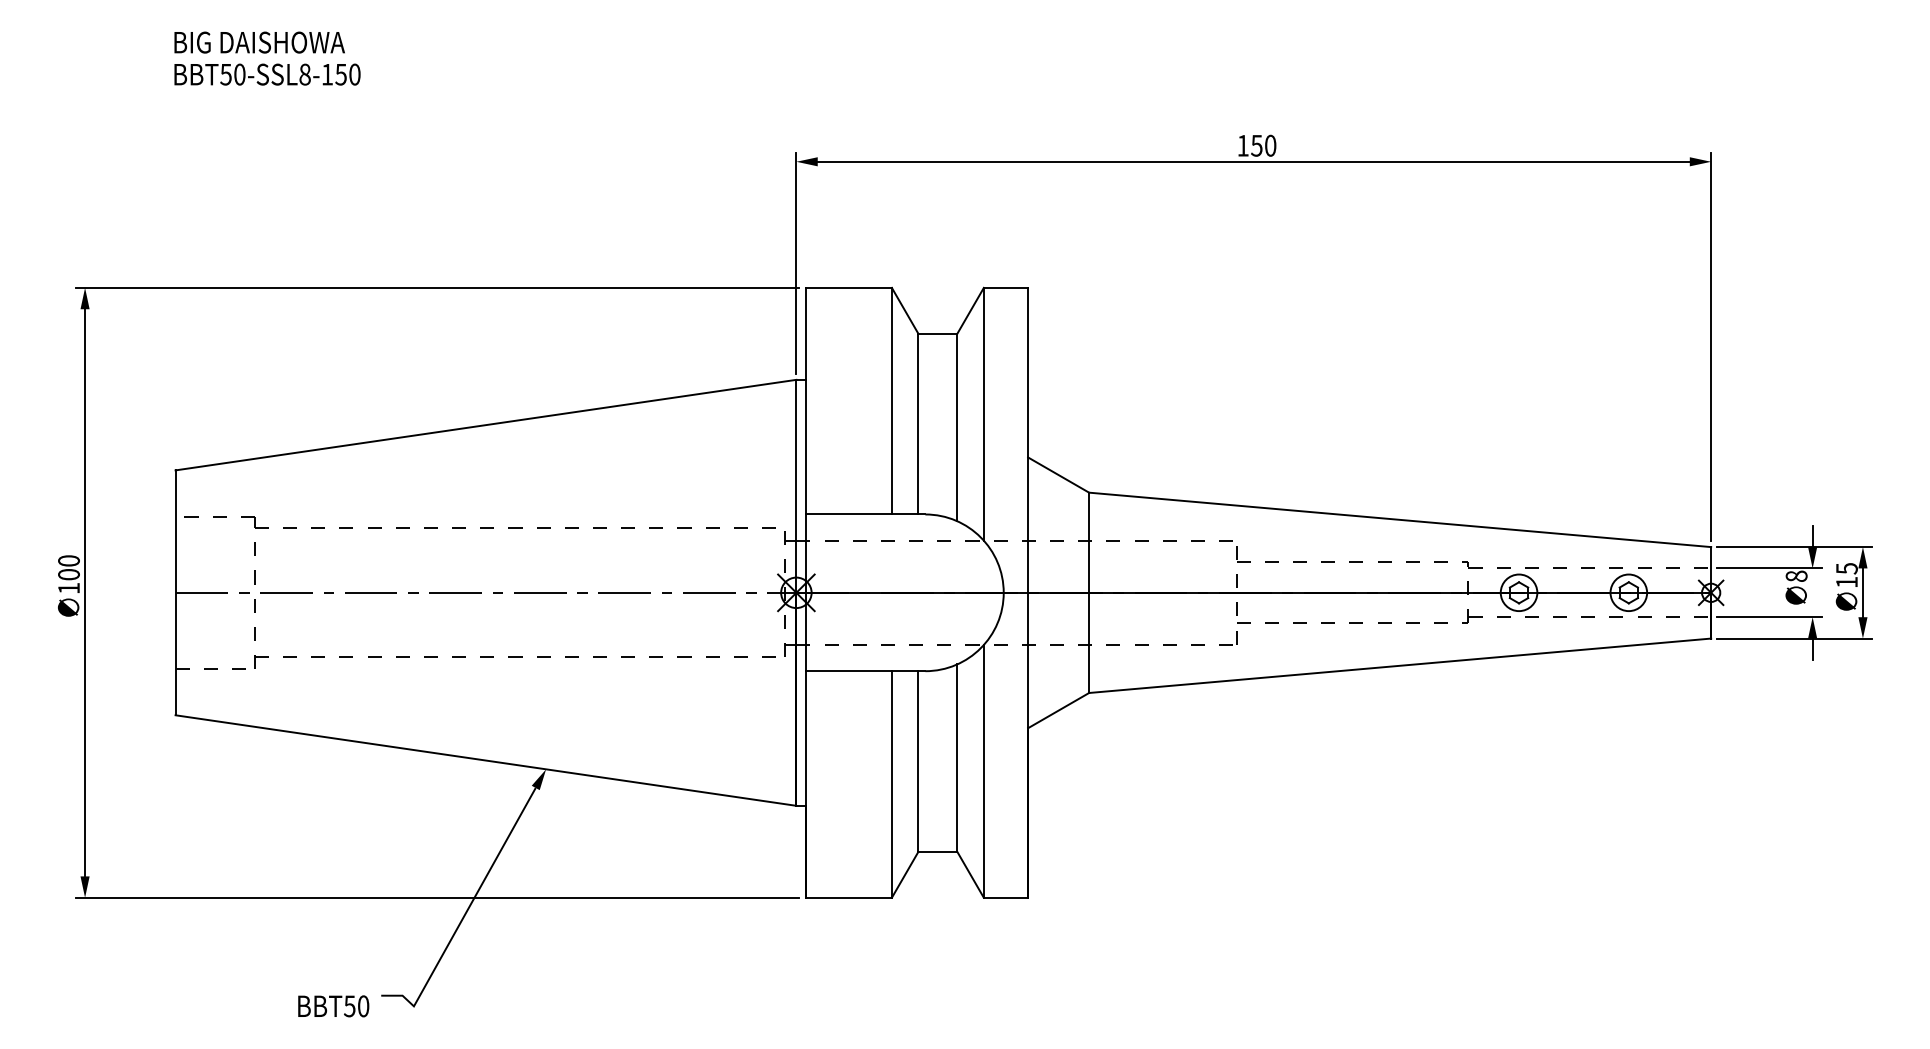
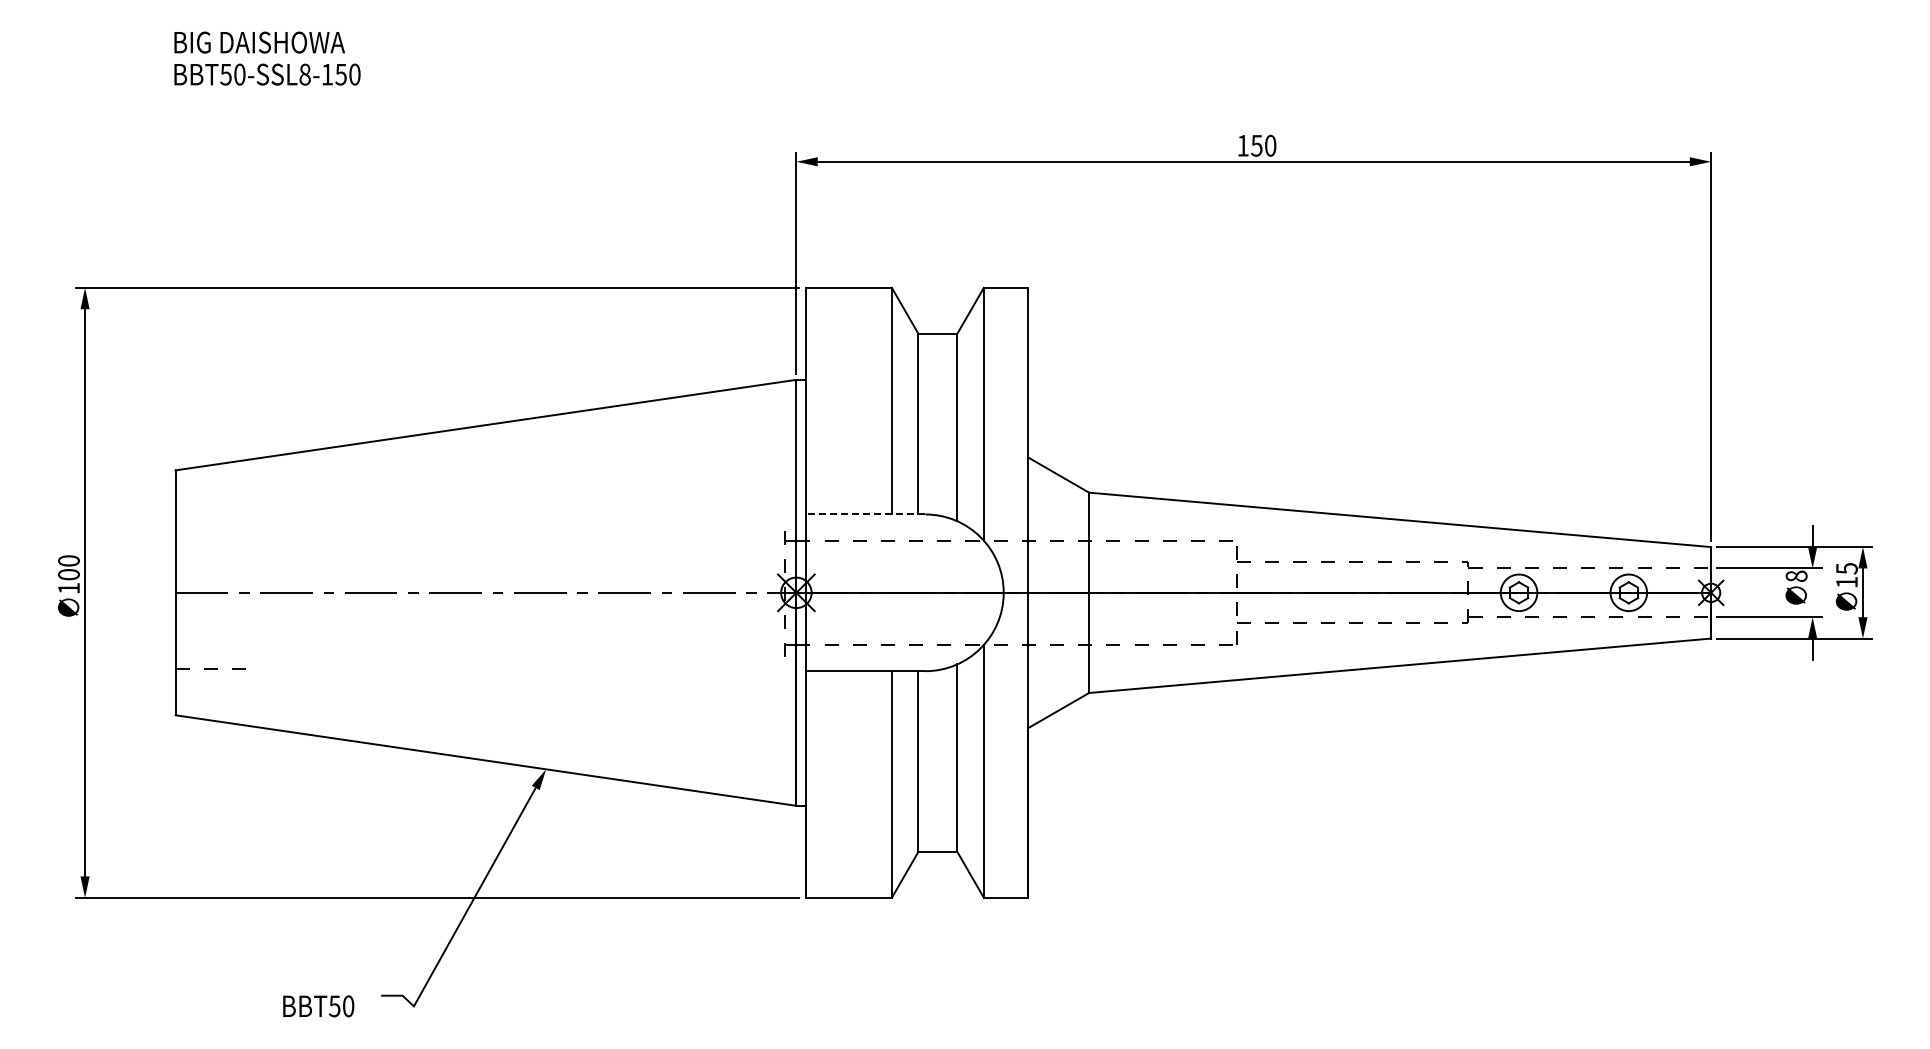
line at (865, 514): solid -> dashed
part at (480, 528): present -> none
text at (333, 1006) position: (333, 1006) -> (318, 1006)
